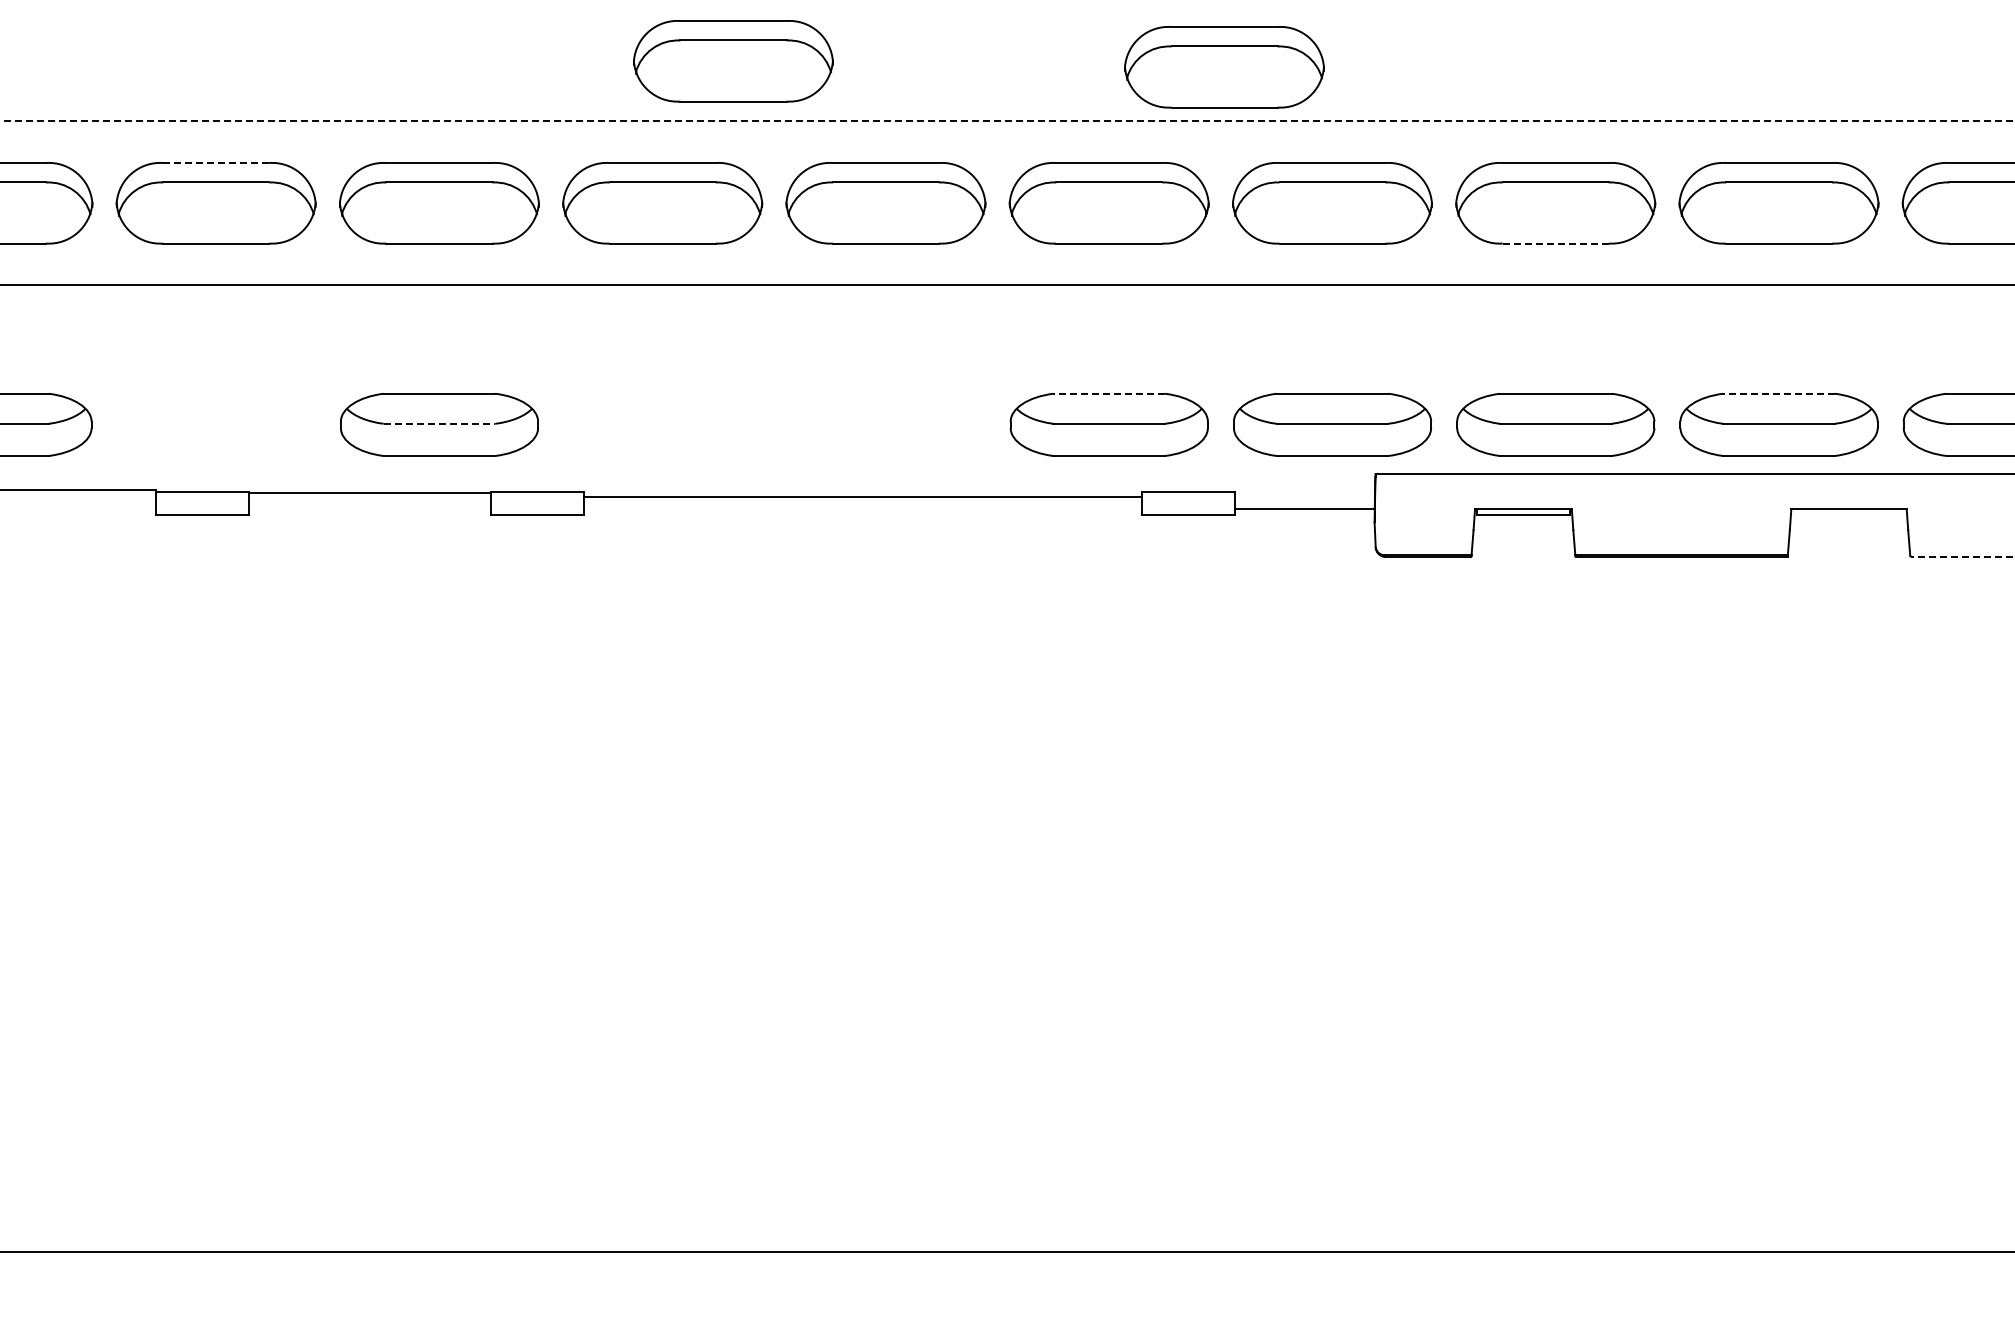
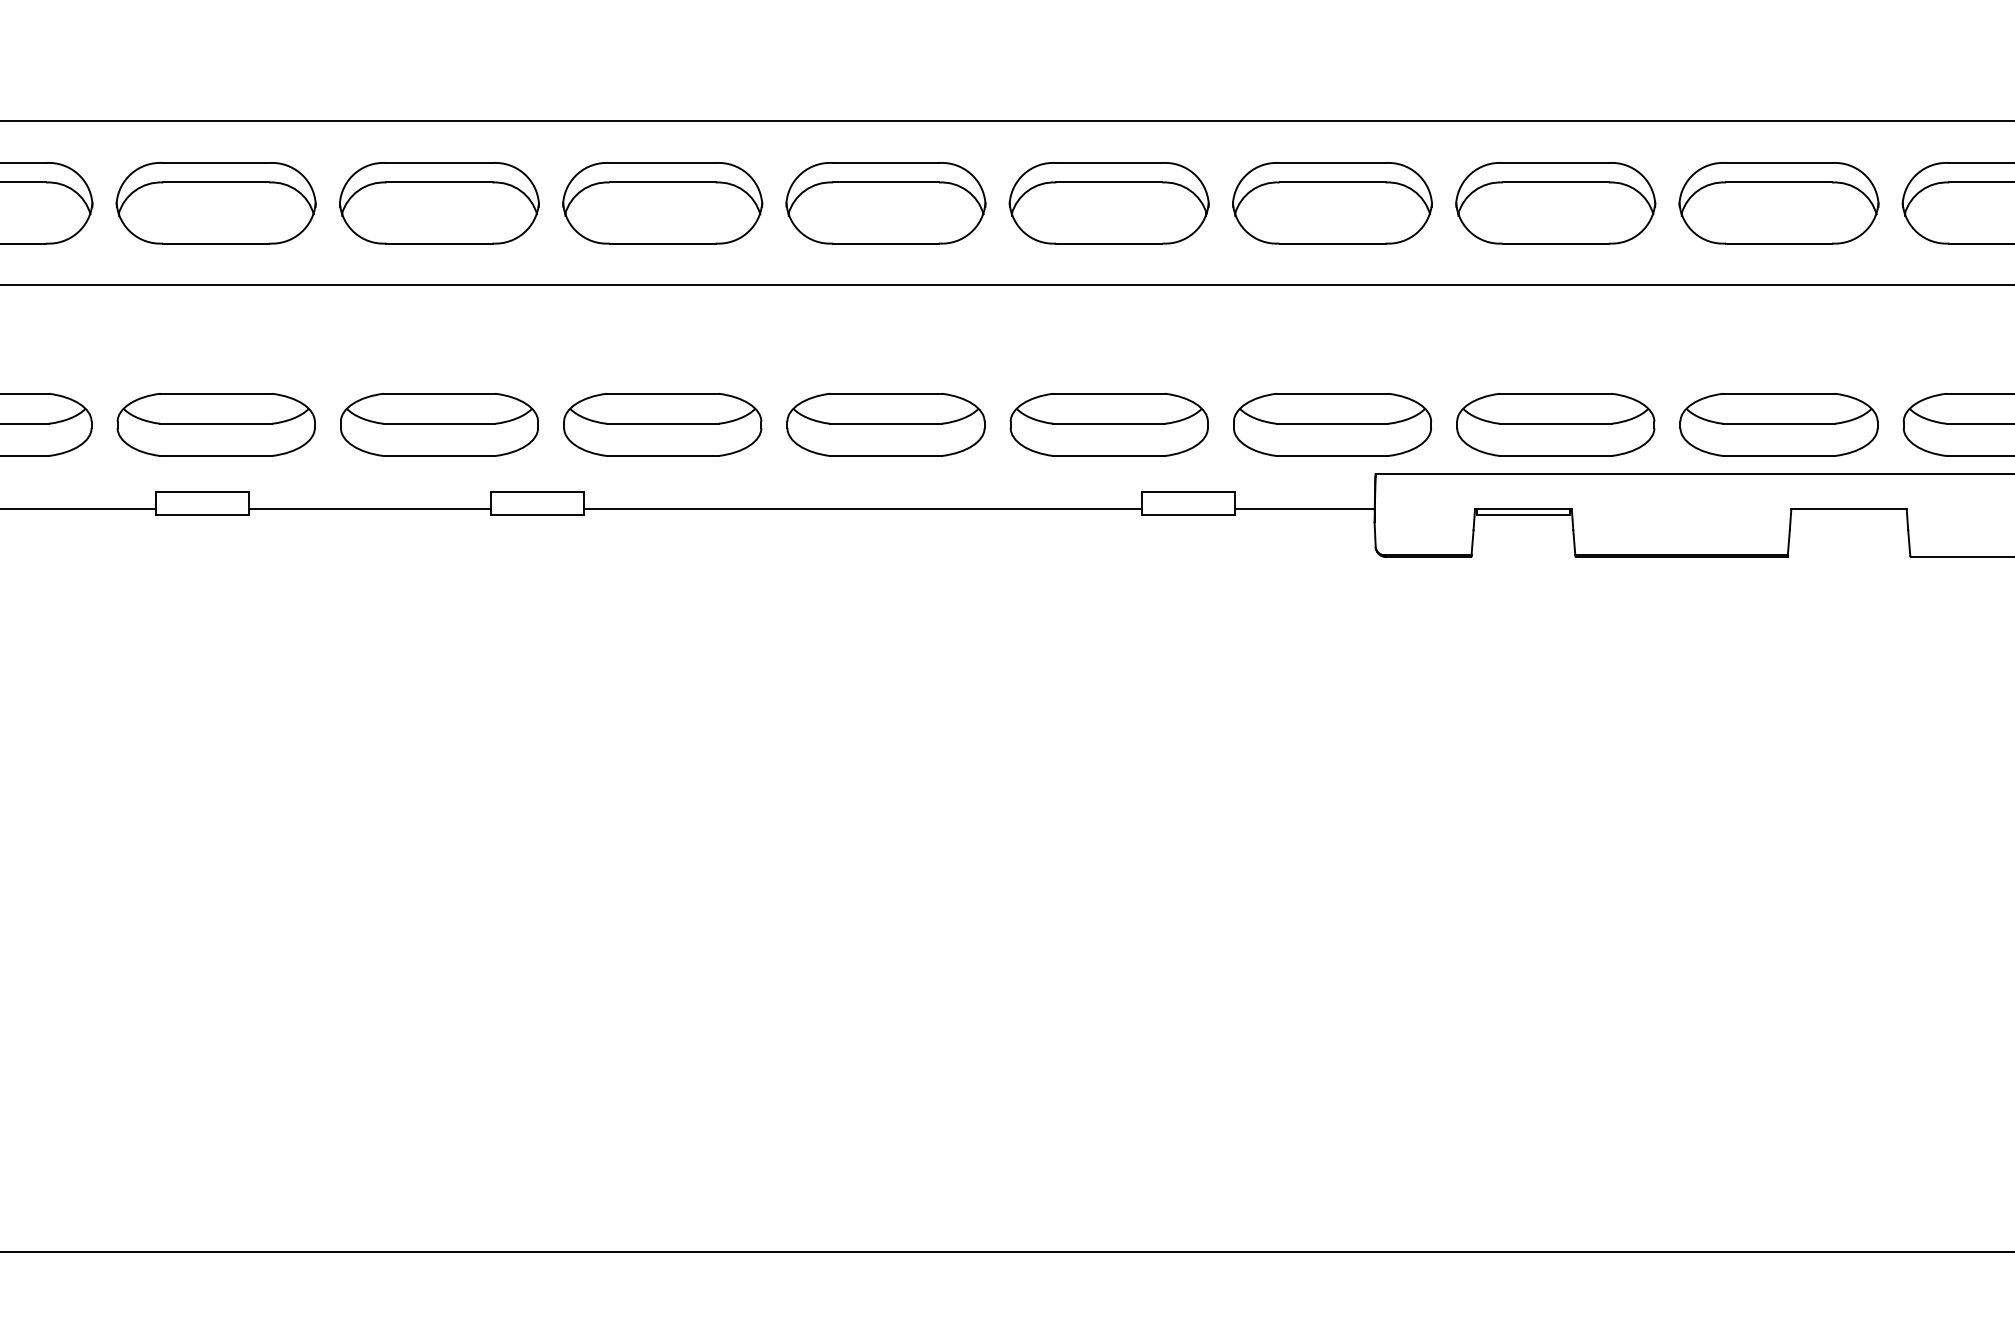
part at (733, 61): present -> none
part at (1224, 67): present -> none
line at (1007, 121): dashed -> solid
line at (216, 162): dashed -> solid
line at (1555, 243): dashed -> solid
line at (1109, 393): dashed -> solid
line at (1779, 393): dashed -> solid
line at (439, 423): dashed -> solid
part at (215, 424): none -> present
part at (662, 424): none -> present
part at (885, 424): none -> present
line at (78, 489) position: (78, 489) -> (78, 508)
line at (369, 492) position: (369, 492) -> (369, 508)
line at (862, 496) position: (862, 496) -> (862, 508)
line at (1962, 557): dashed -> solid
